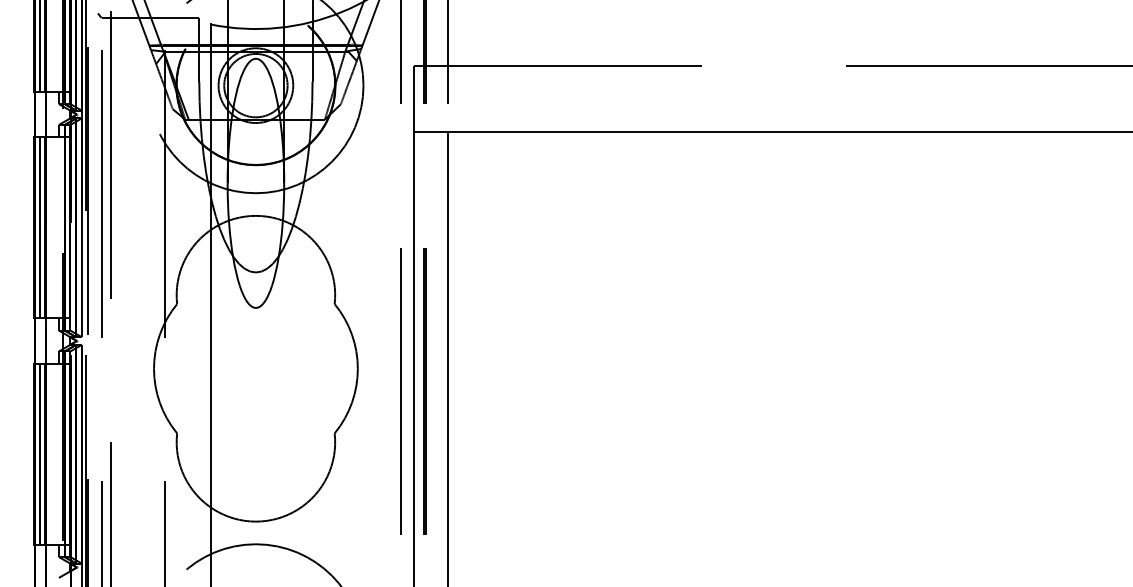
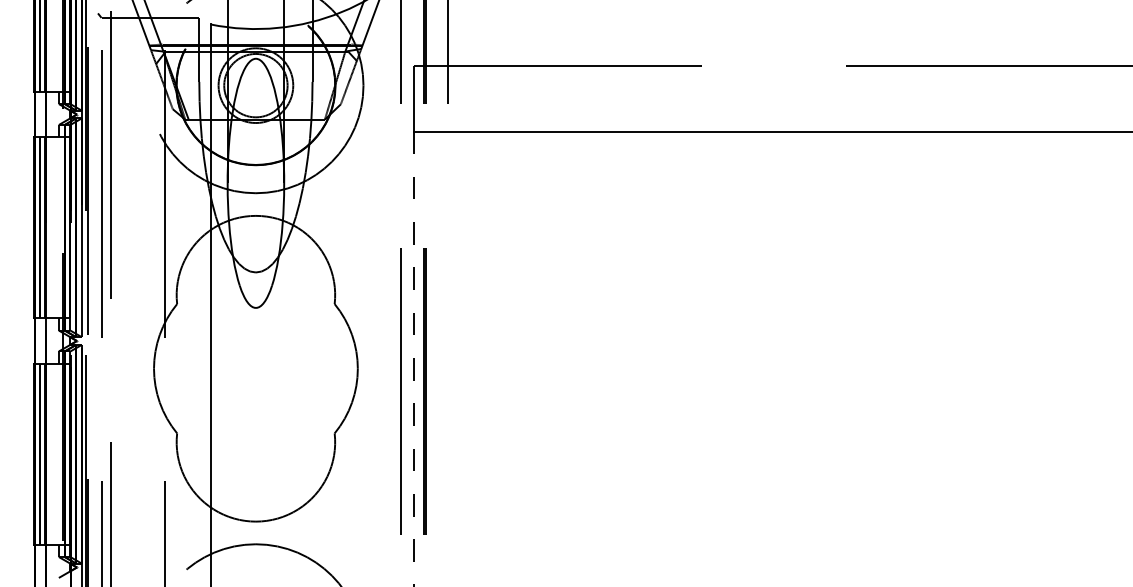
line at (448, 357): present -> none
line at (414, 359): solid -> dashed
